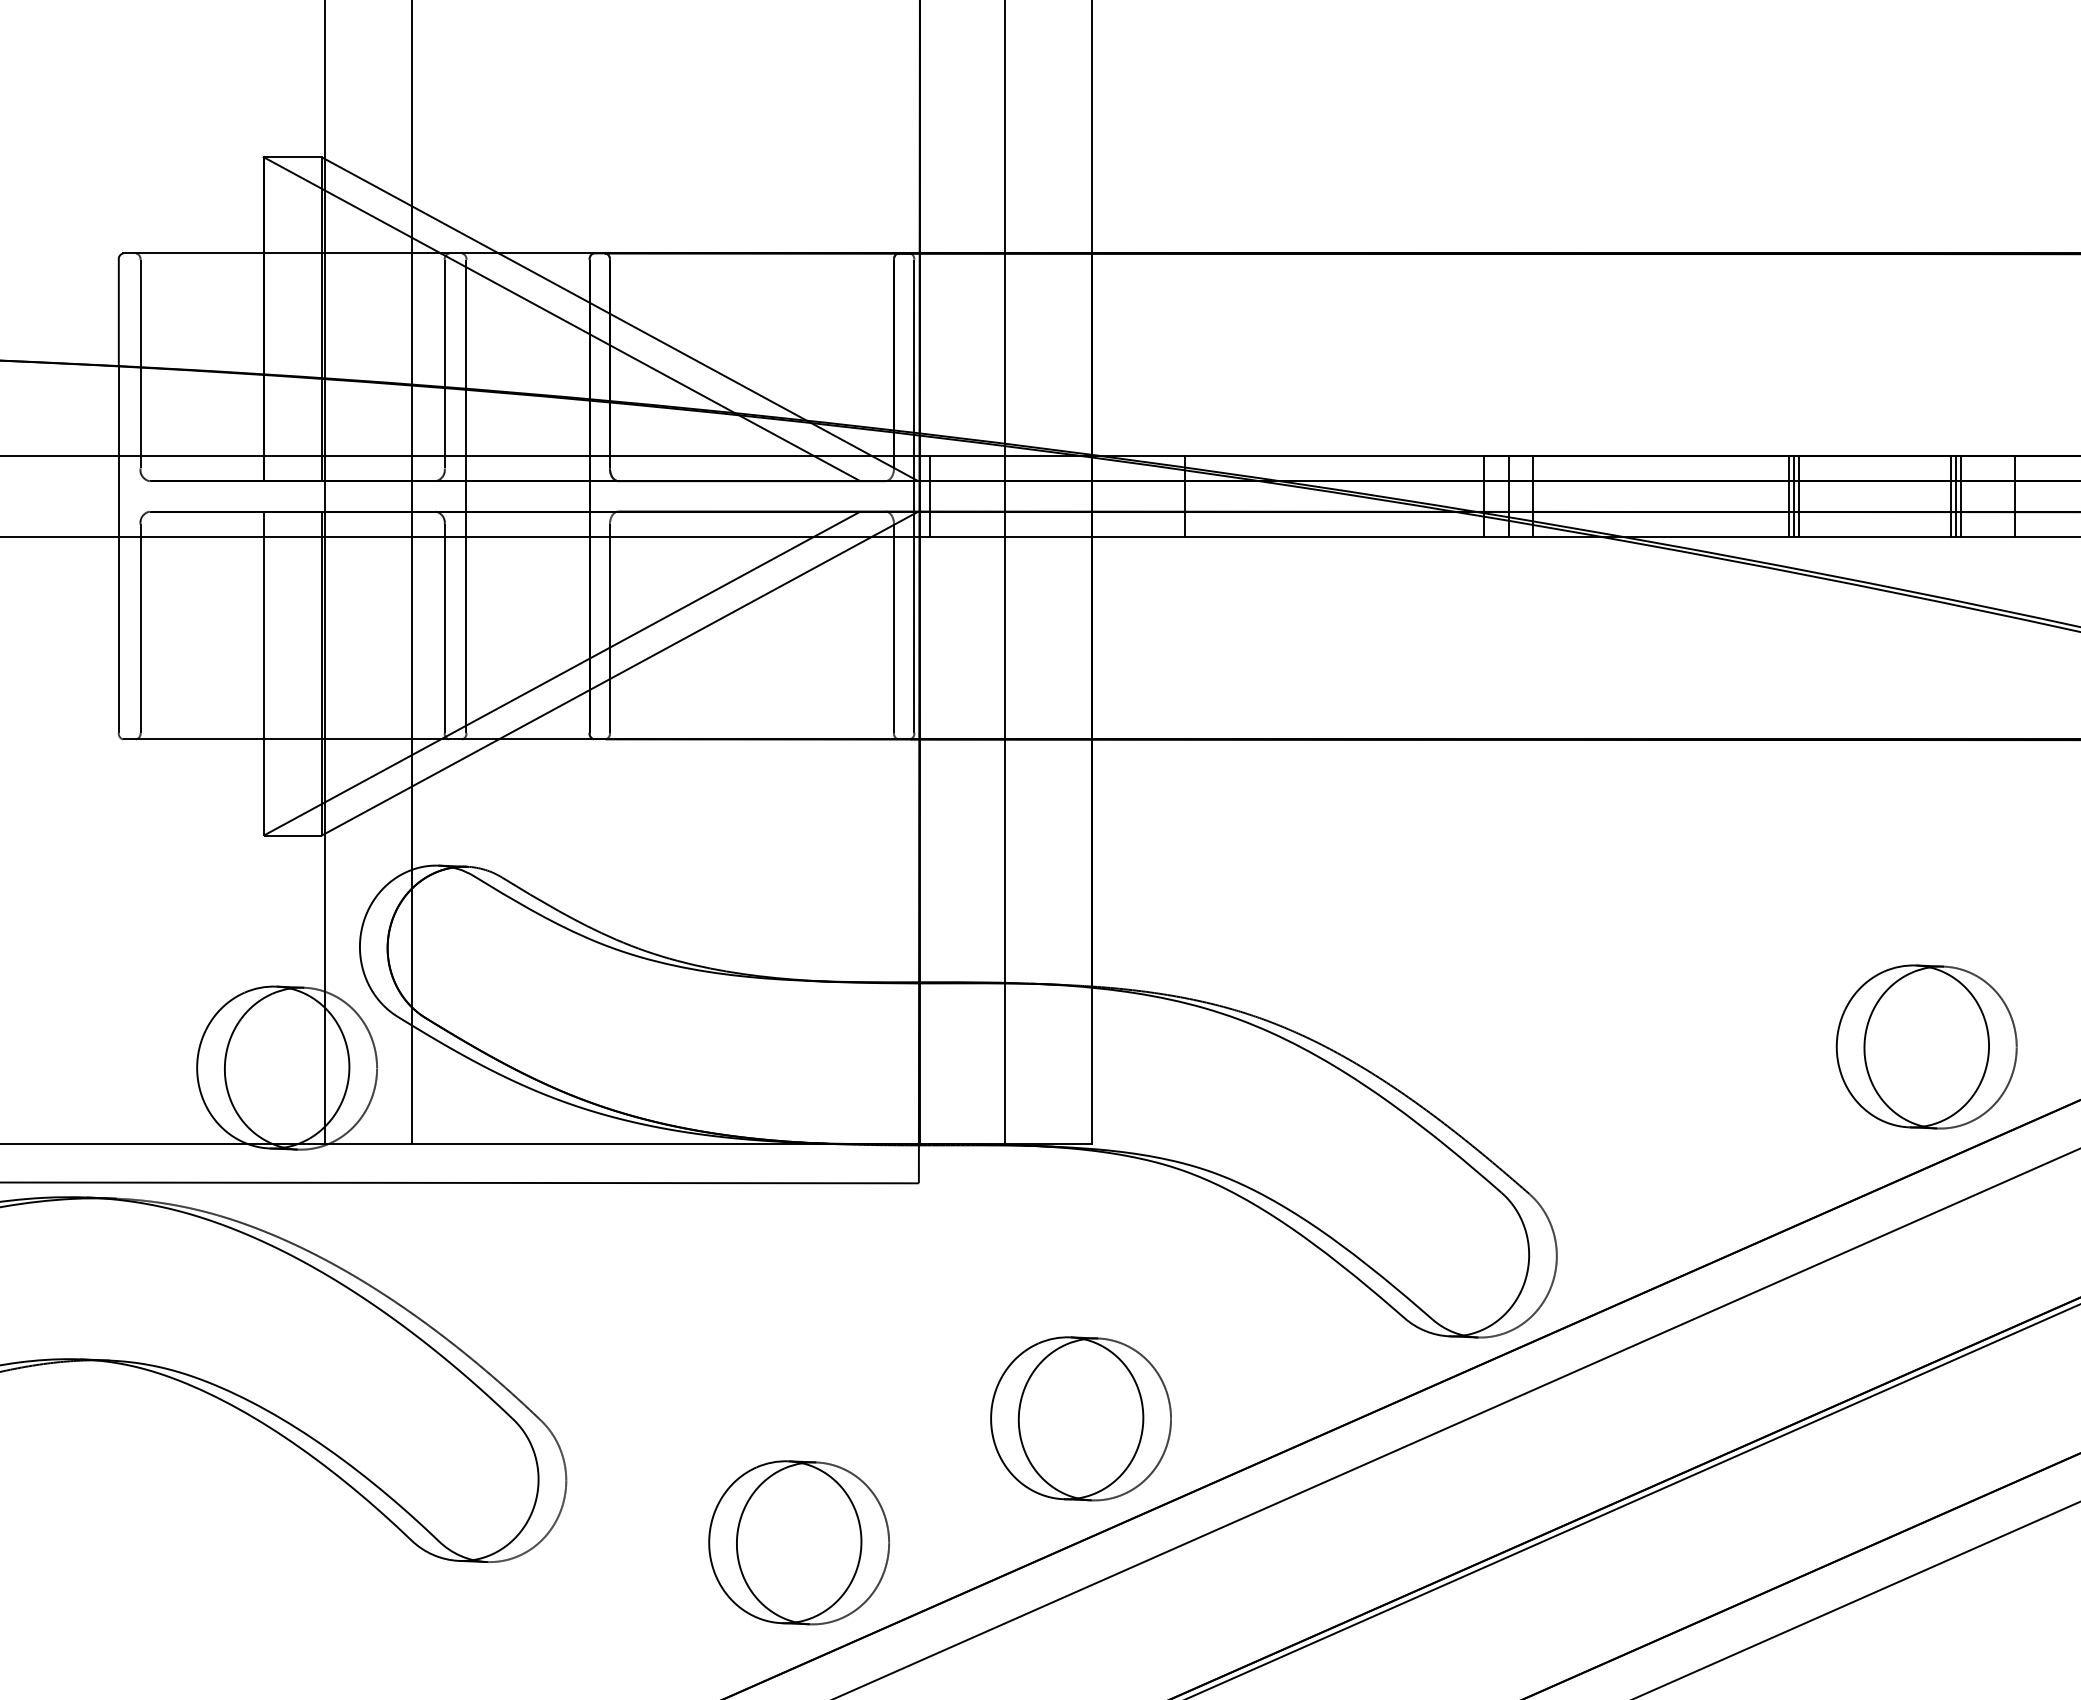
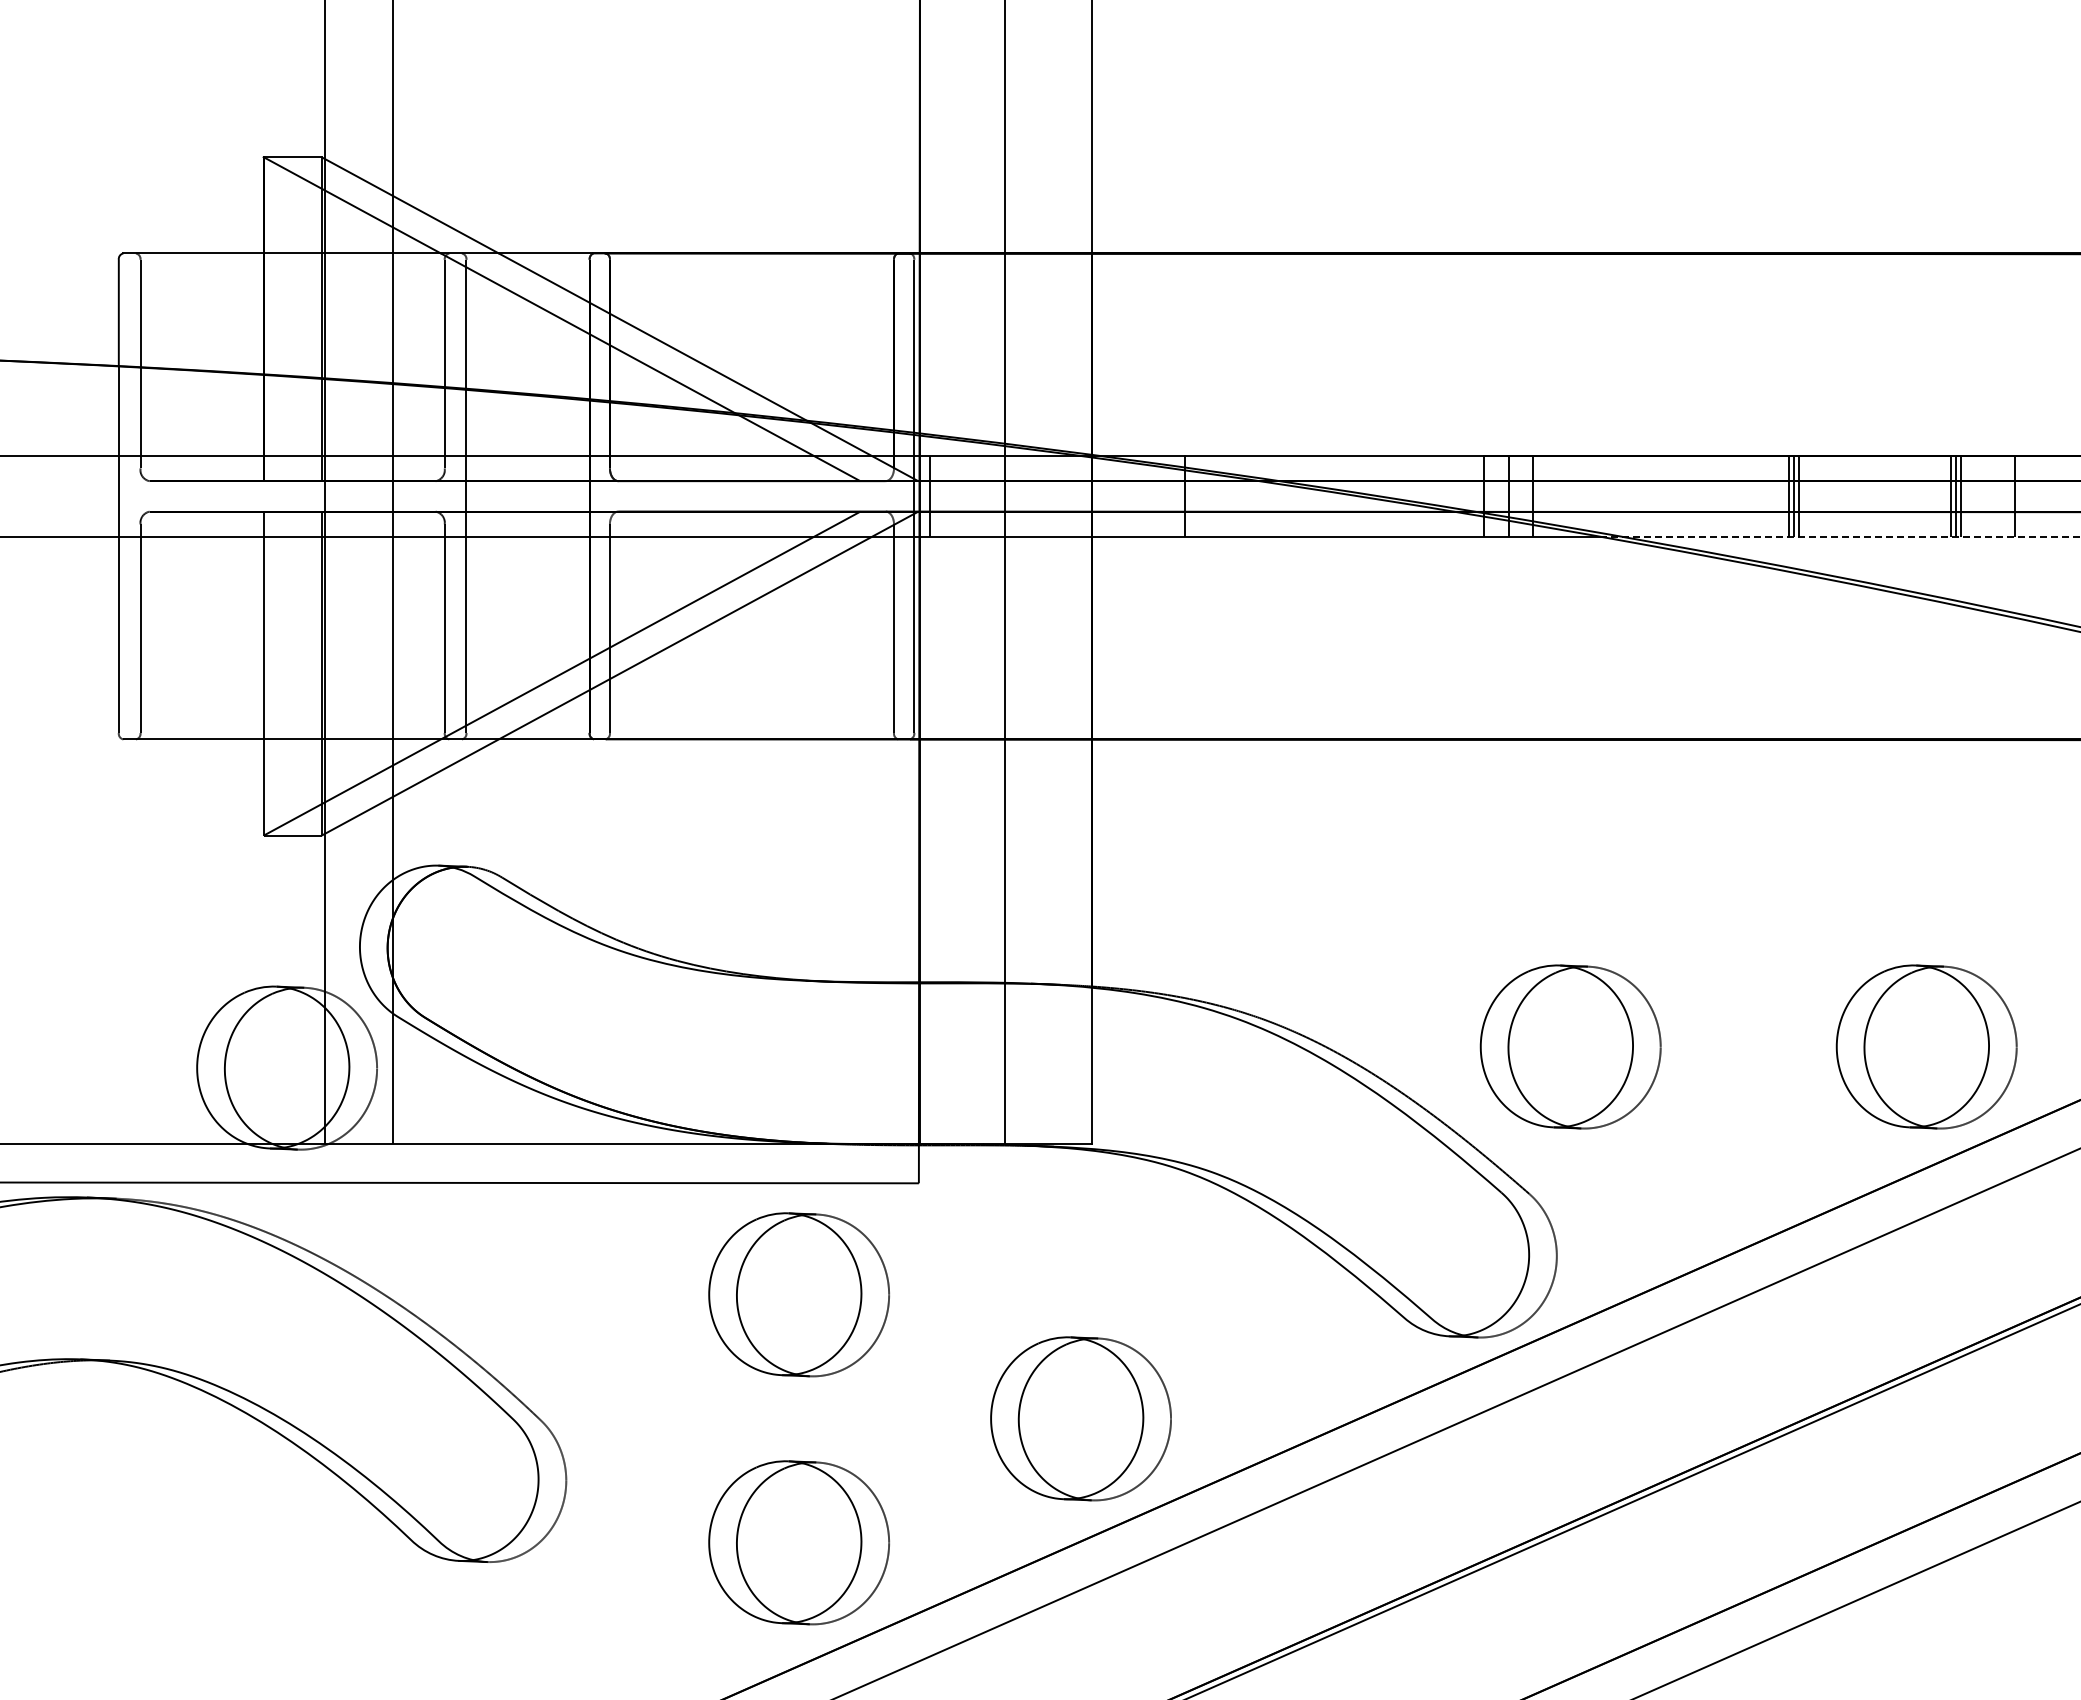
line at (1840, 536): solid -> dashed
line at (412, 573) position: (412, 573) -> (393, 573)
part at (1570, 1046): none -> present
part at (798, 1294): none -> present
